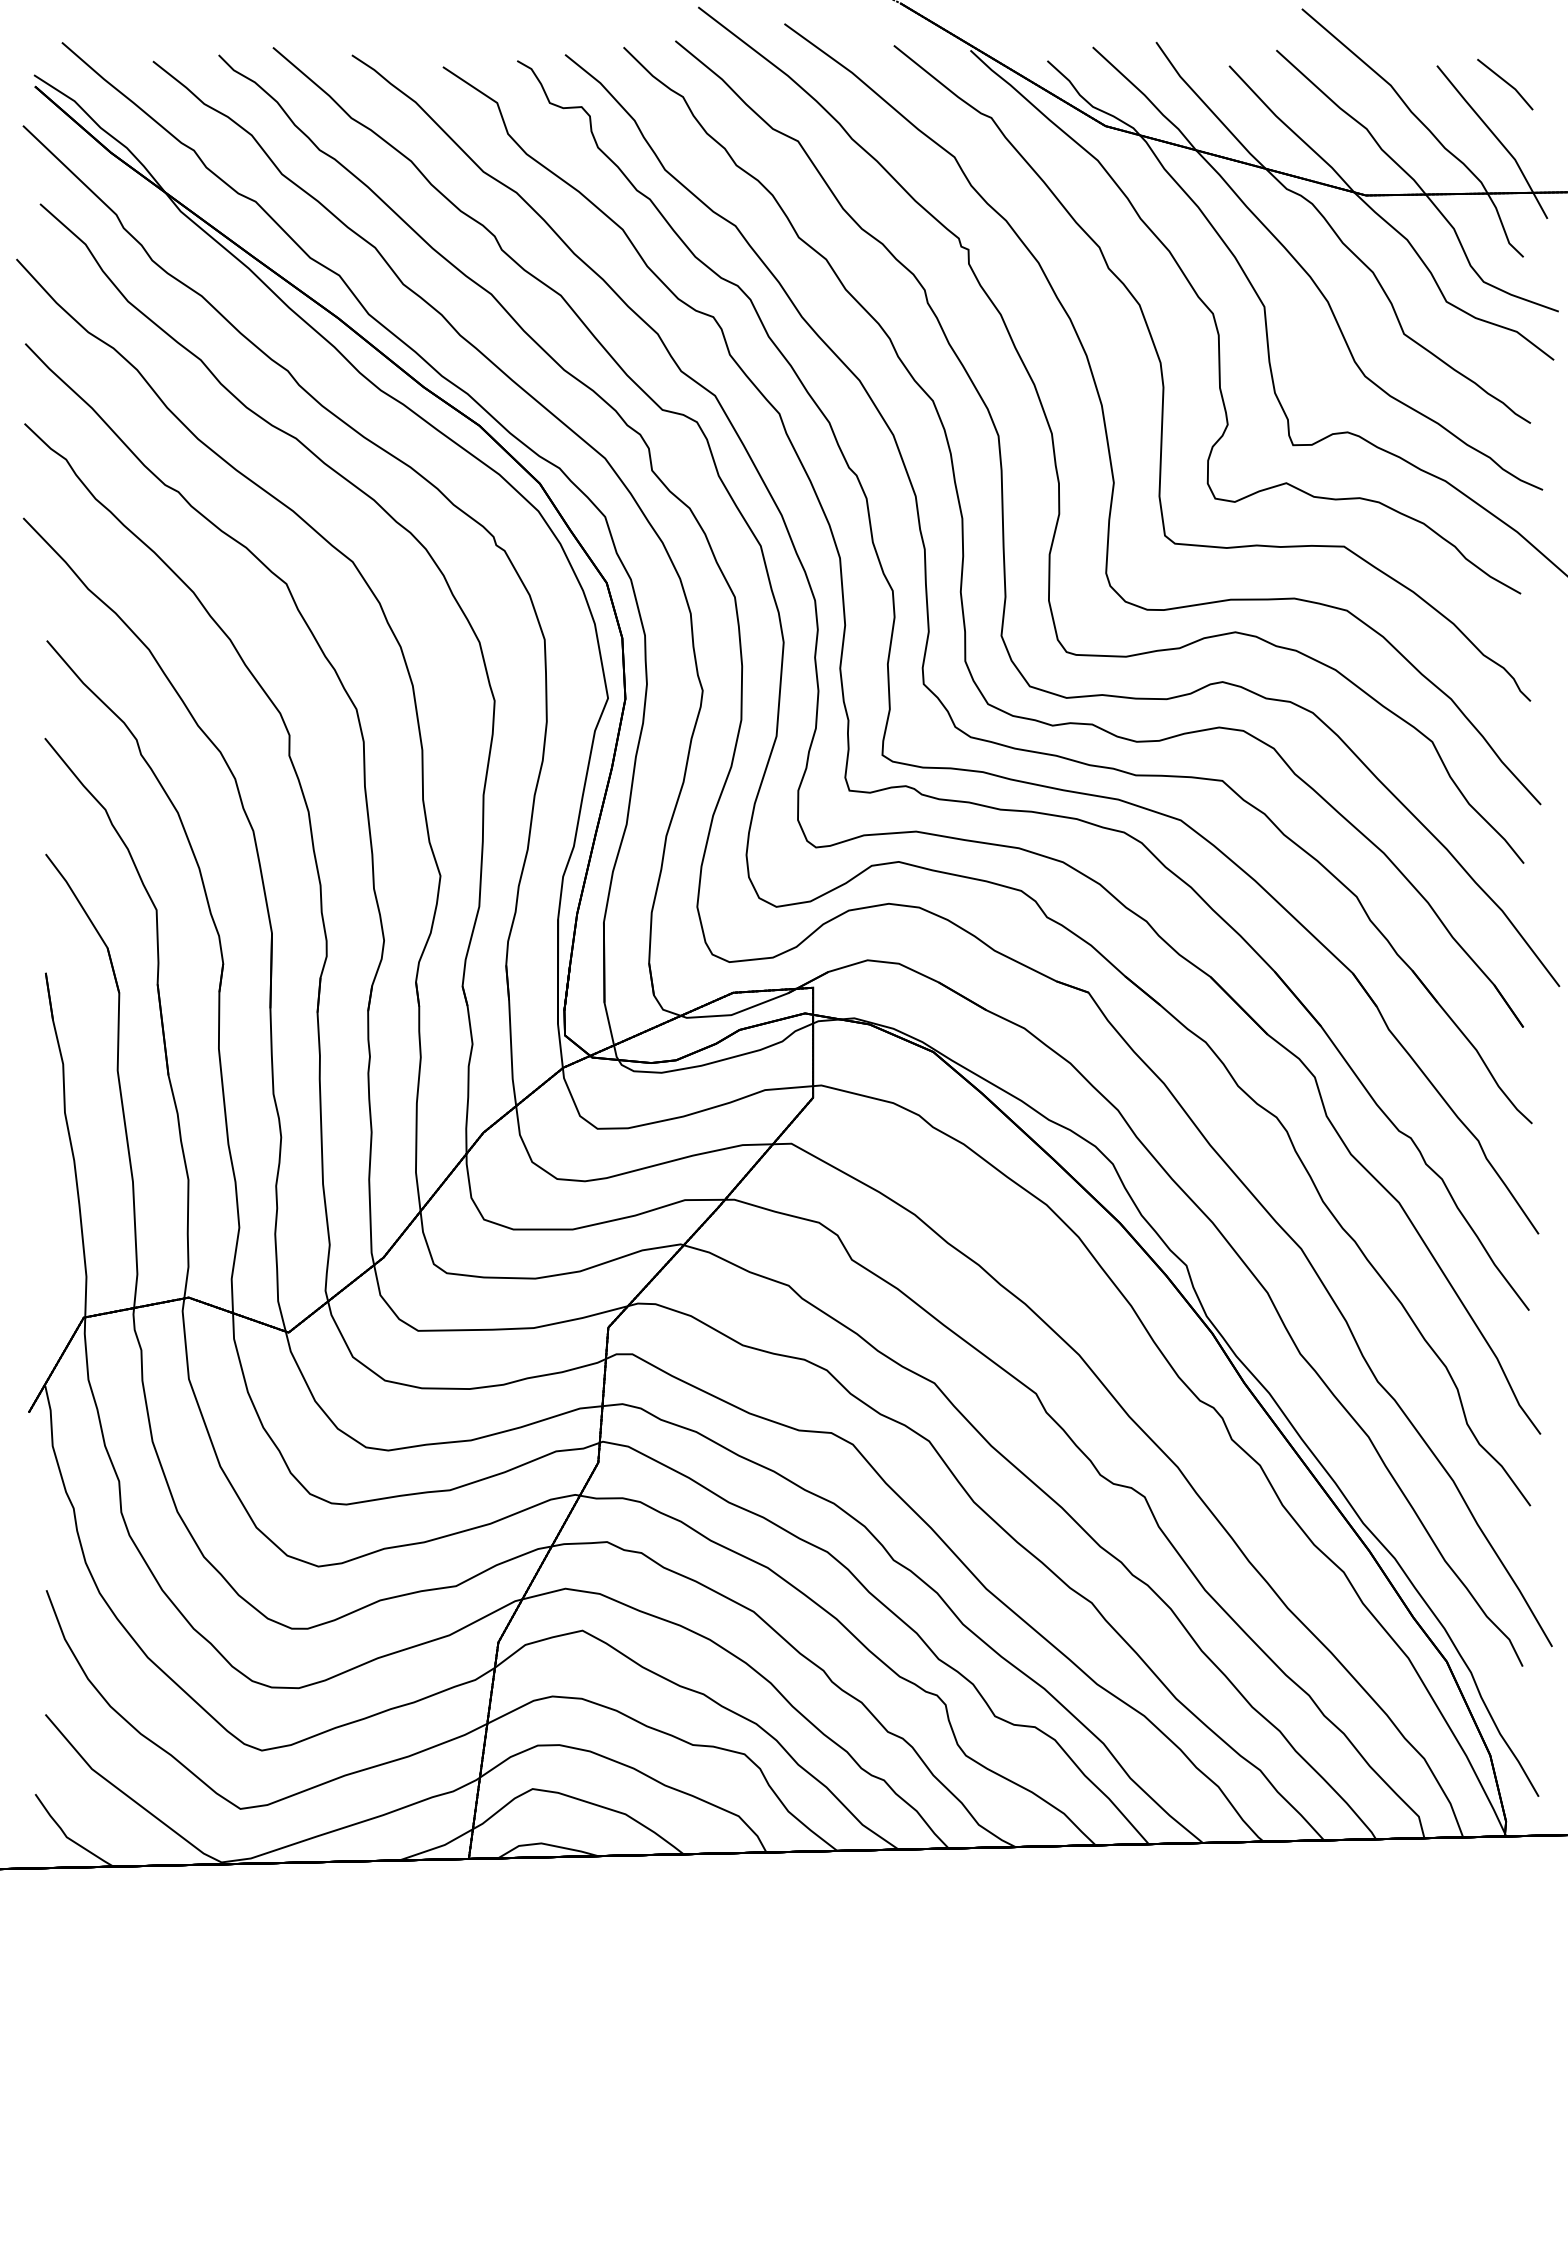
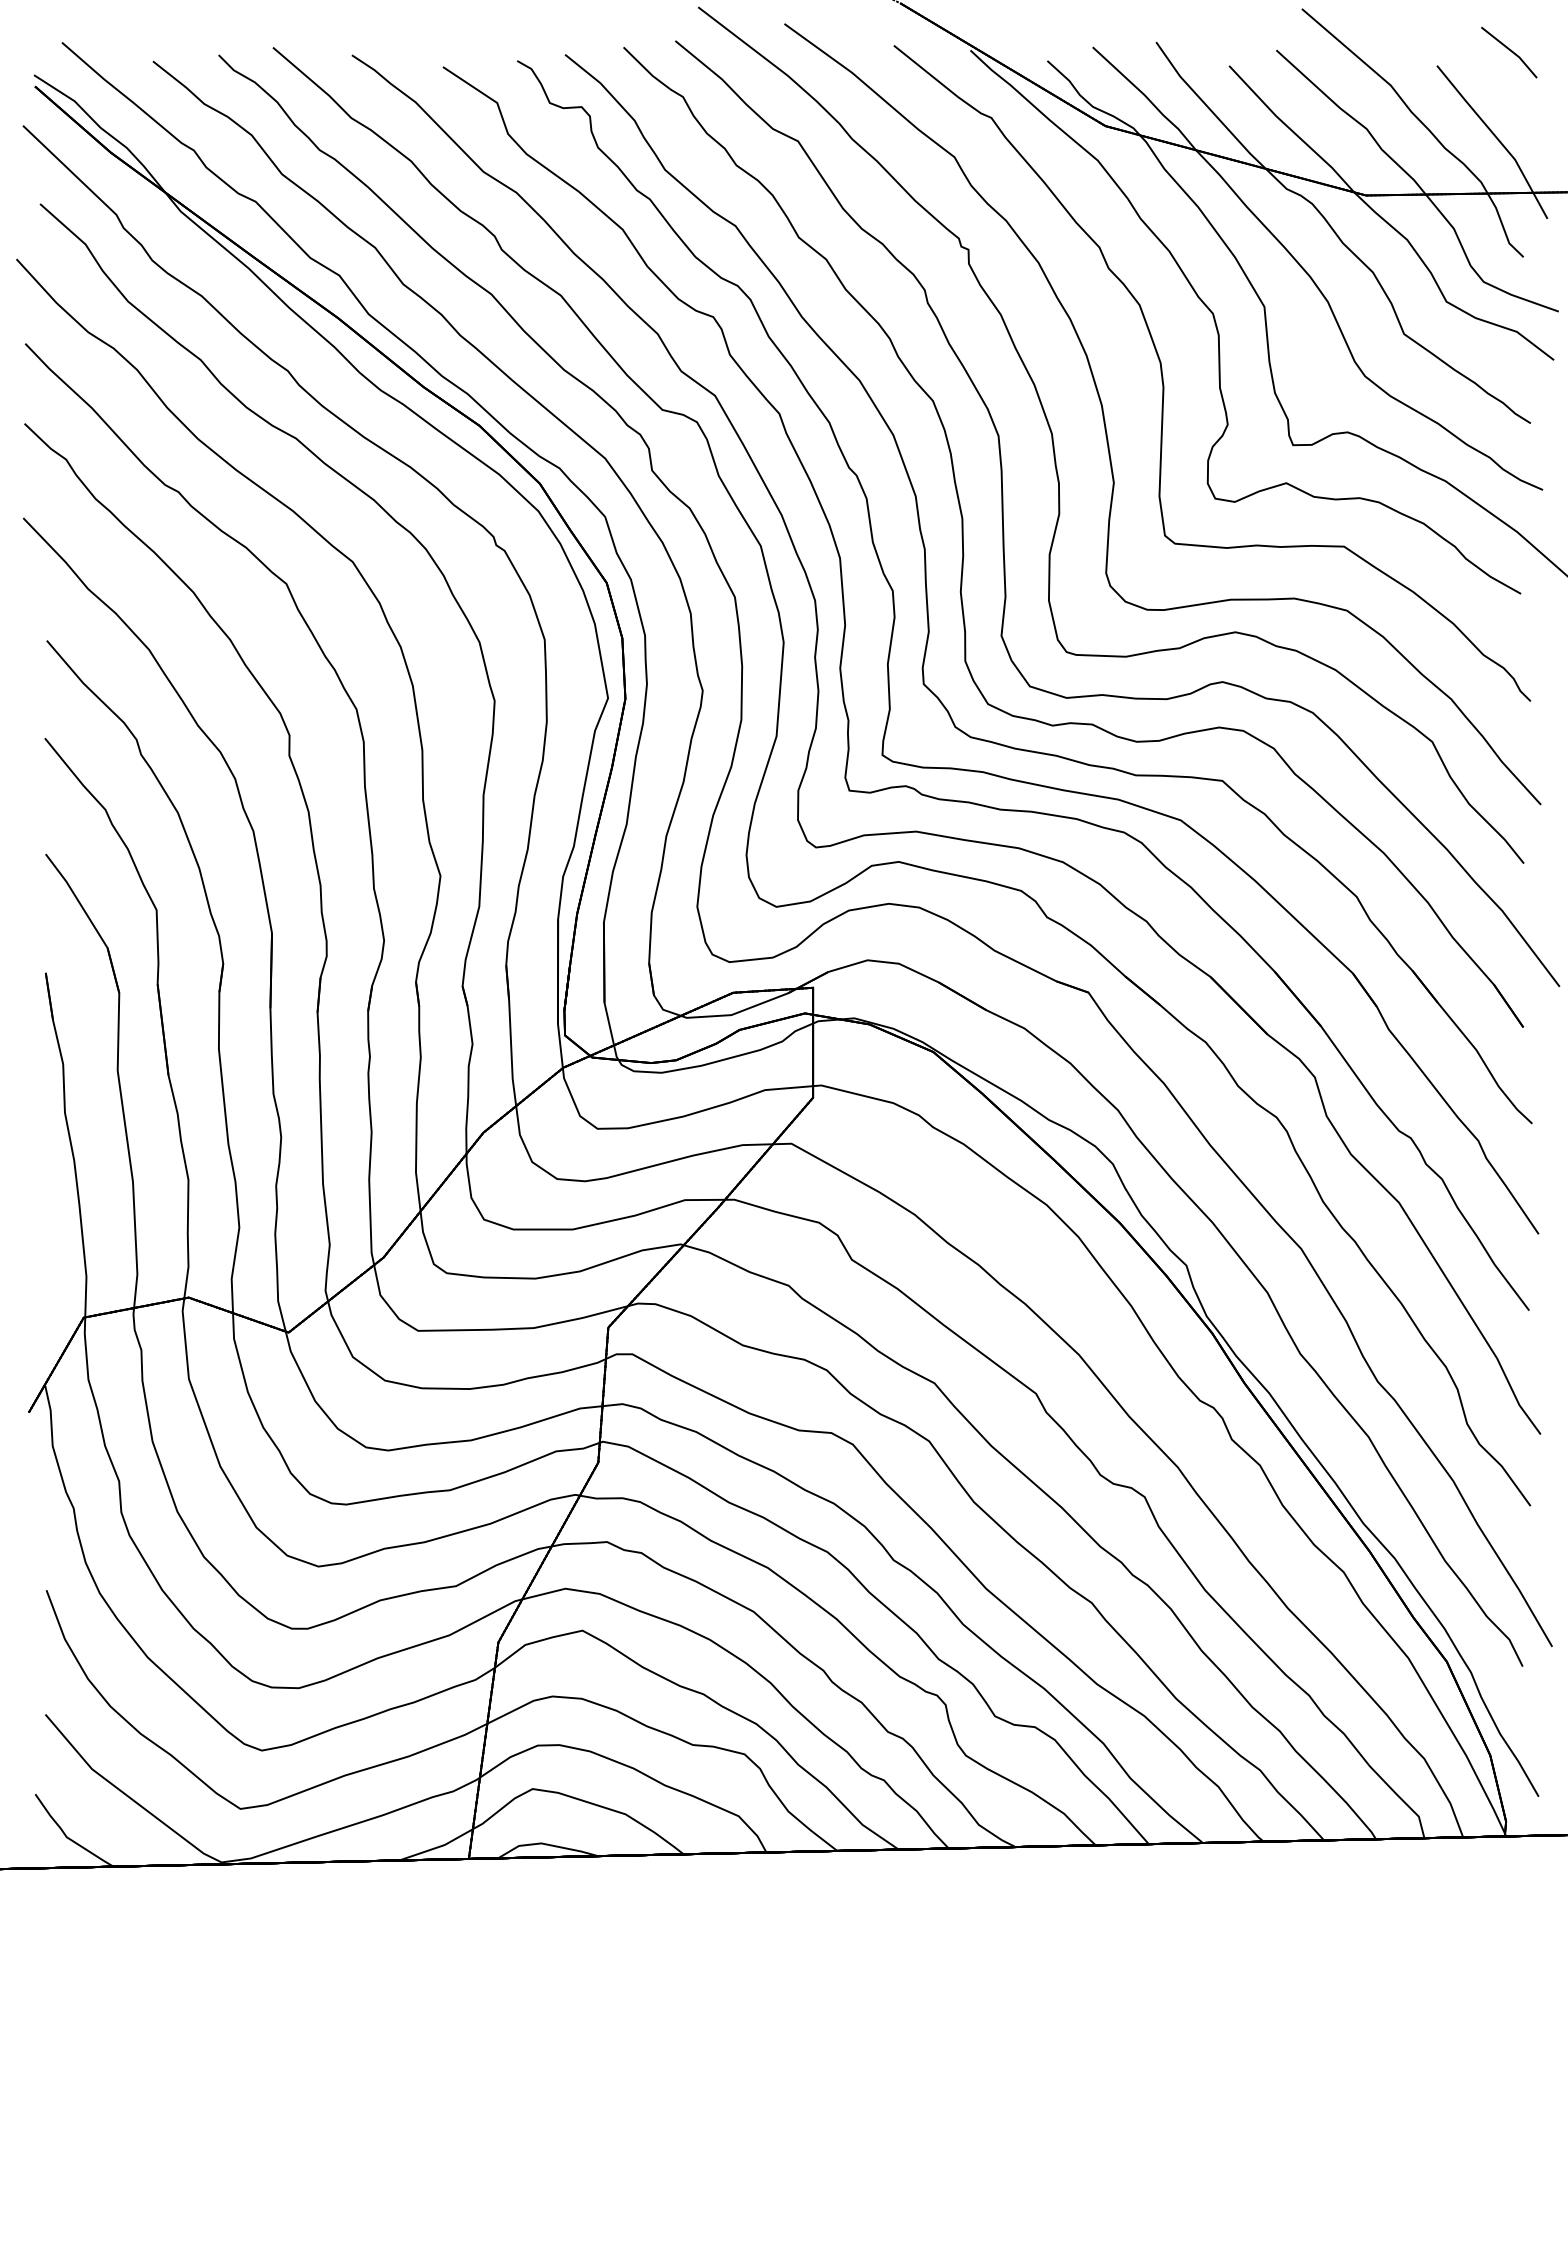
part at (1505, 84) position: (1505, 84) -> (1509, 52)
